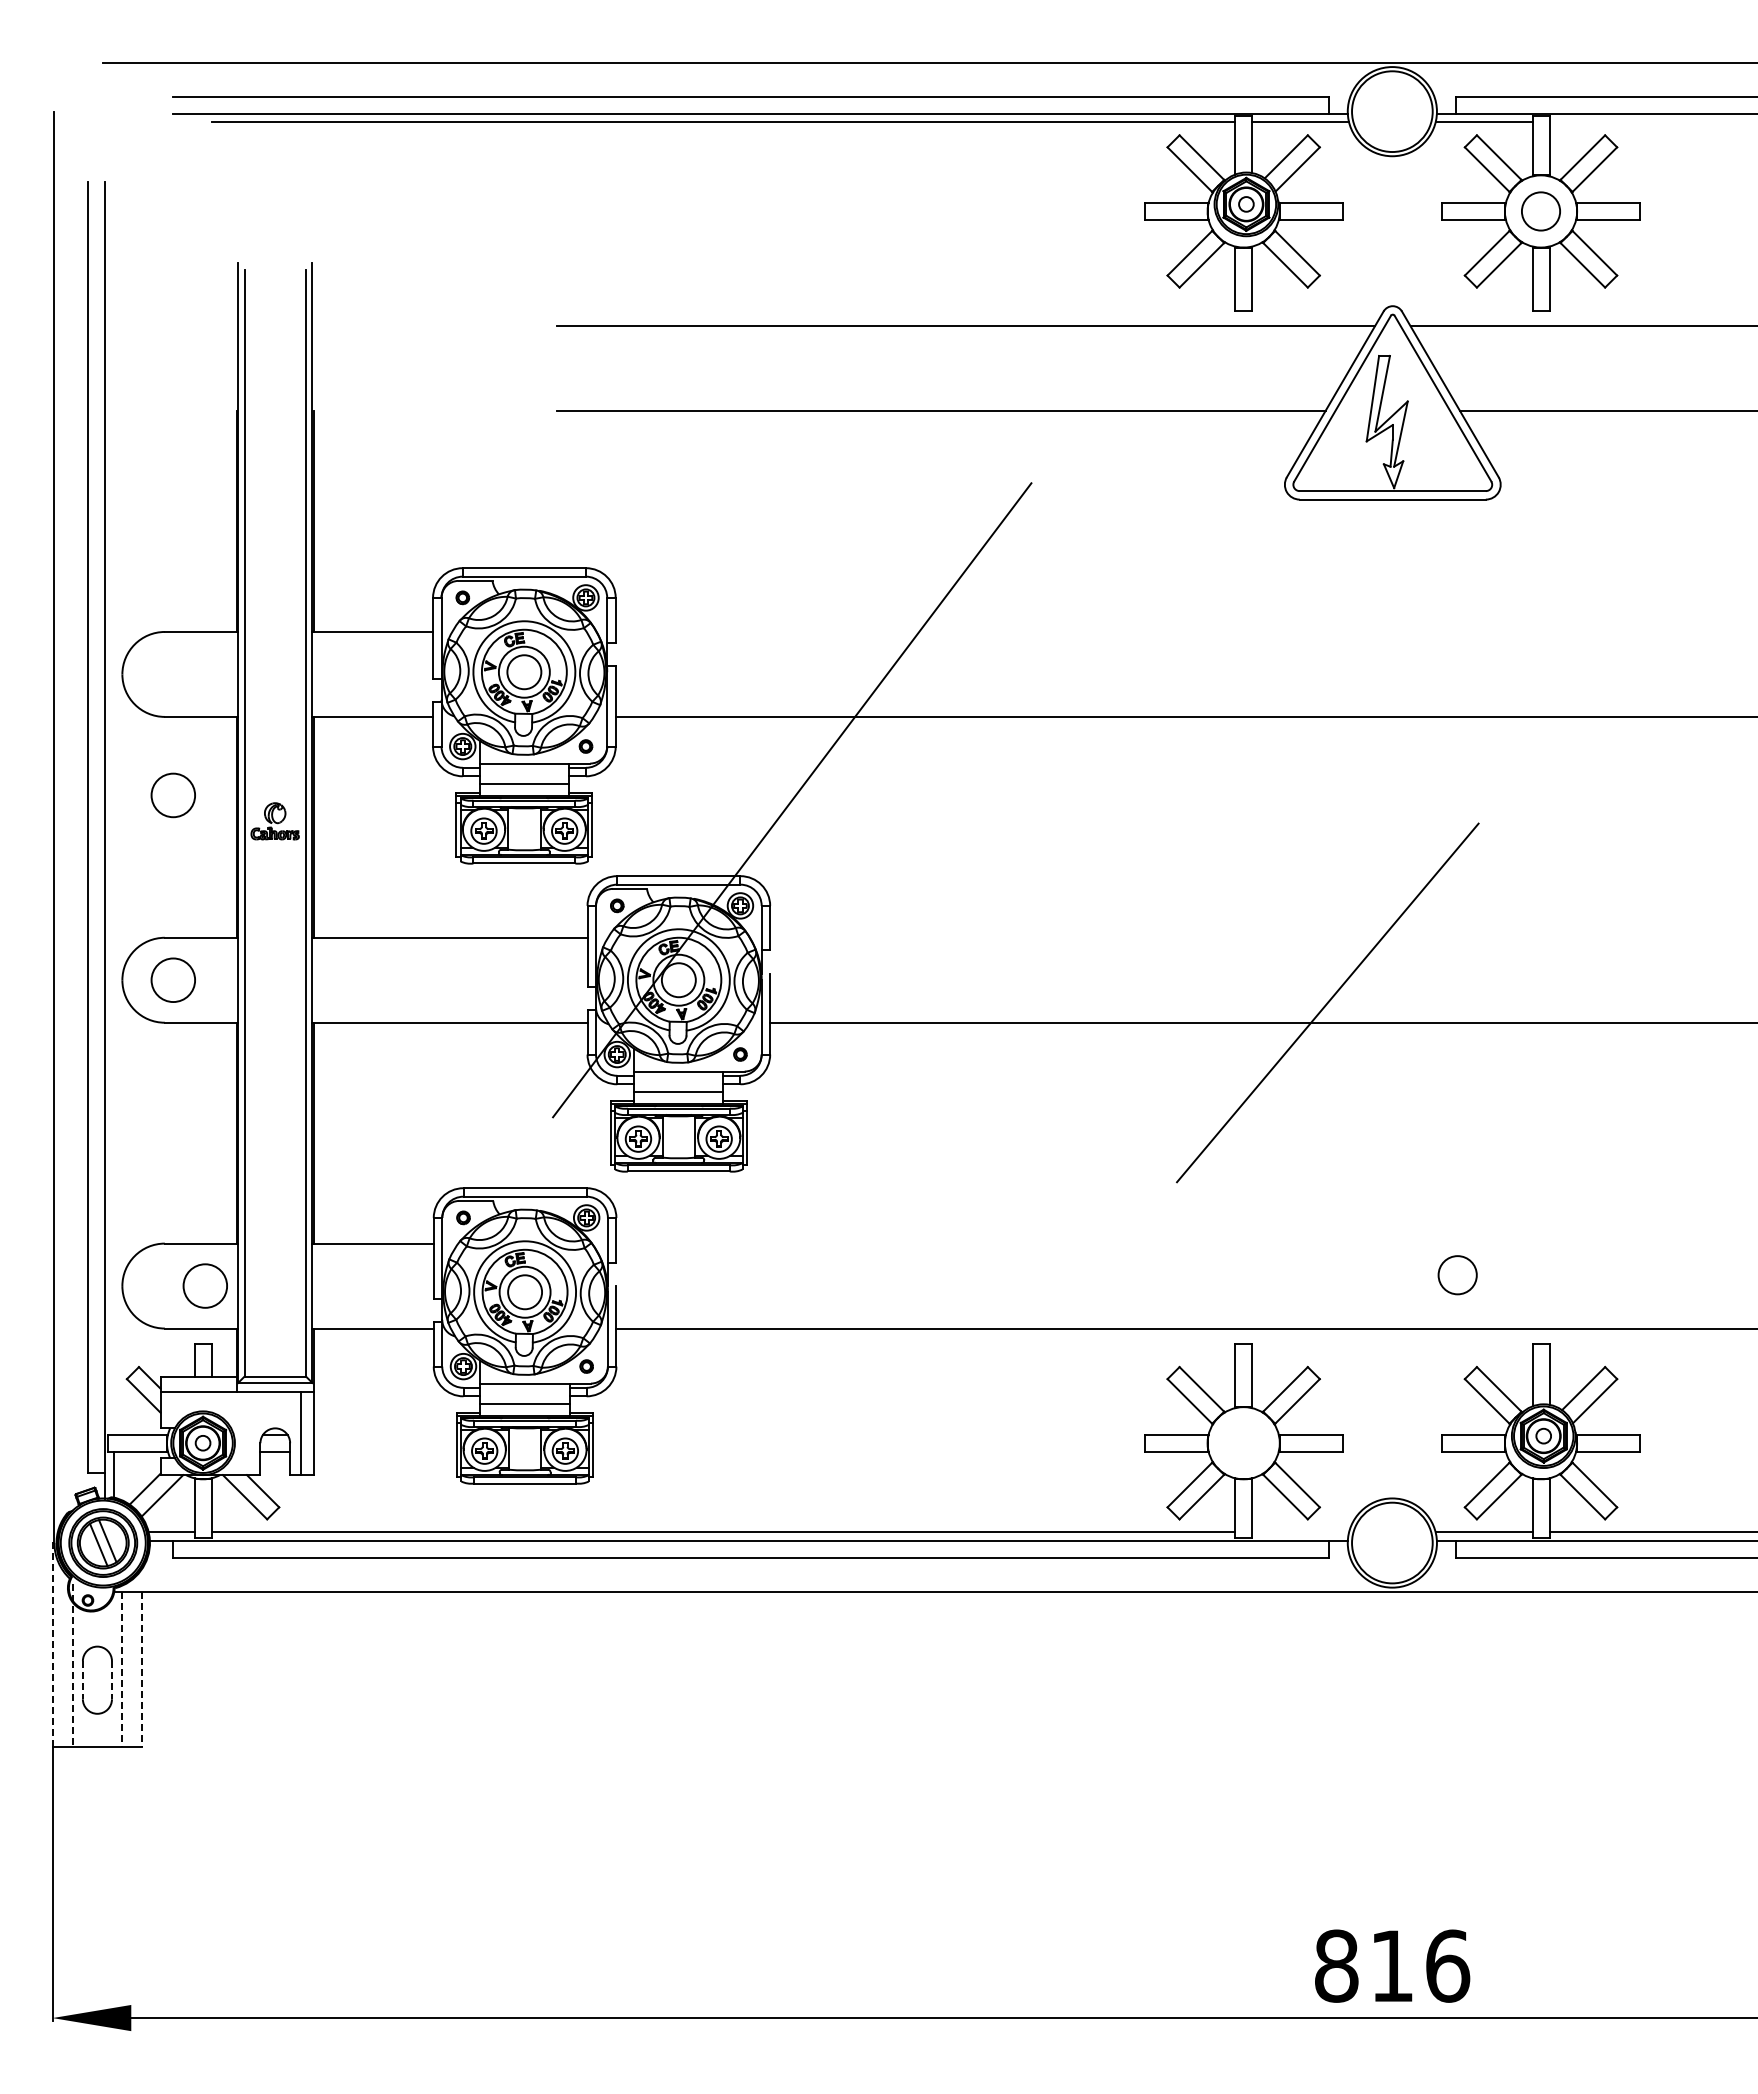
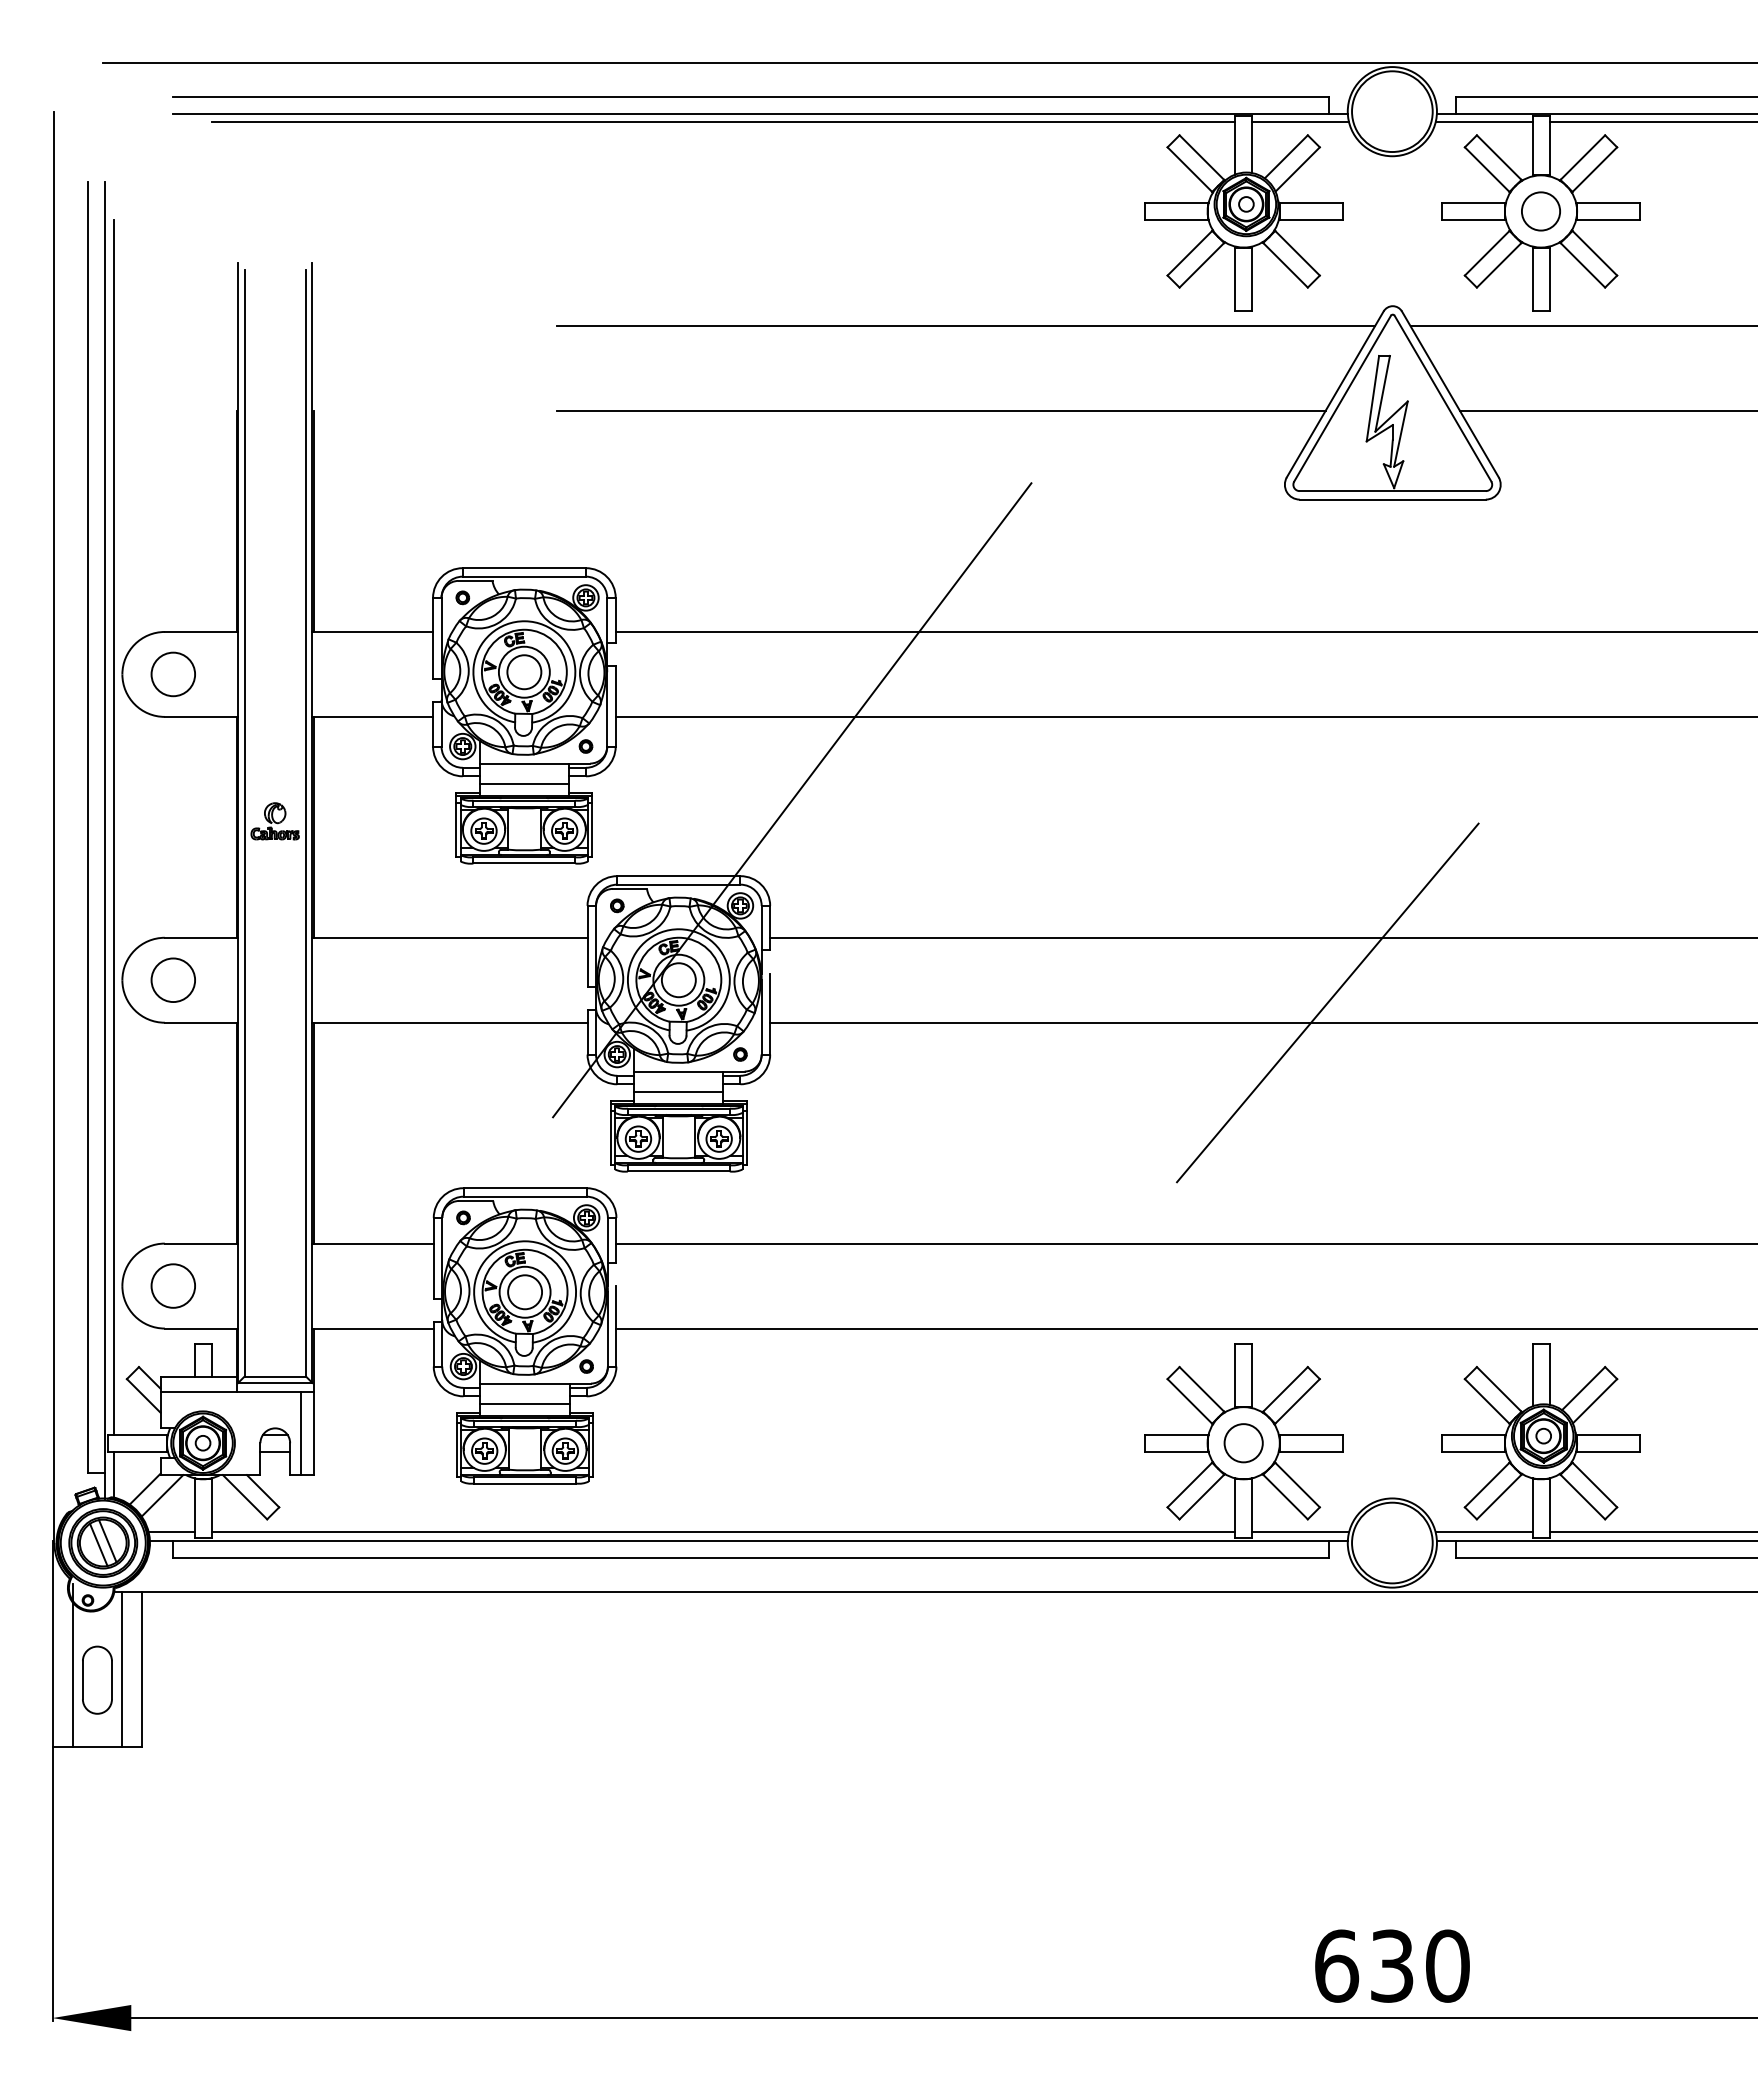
line at (1651, 122): none -> present
line at (1184, 631): none -> present
circle at (172, 795) position: (172, 795) -> (172, 674)
line at (113, 826): none -> present
line at (1262, 937): none -> present
line at (1185, 1243): none -> present
circle at (1457, 1275) position: (1457, 1275) -> (1243, 1443)
circle at (204, 1285) position: (204, 1285) -> (172, 1285)
line at (1300, 1532): none -> present
line at (52, 1643): dashed -> solid
line at (72, 1665): dashed -> solid
line at (122, 1669): dashed -> solid
line at (142, 1669): dashed -> solid
line at (82, 1680): dashed -> solid
line at (111, 1680): dashed -> solid
text at (1392, 1965): 816 -> 630
